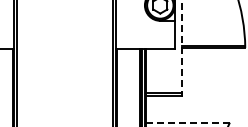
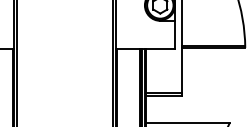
line at (182, 47): dashed -> solid
line at (187, 122): dashed -> solid
